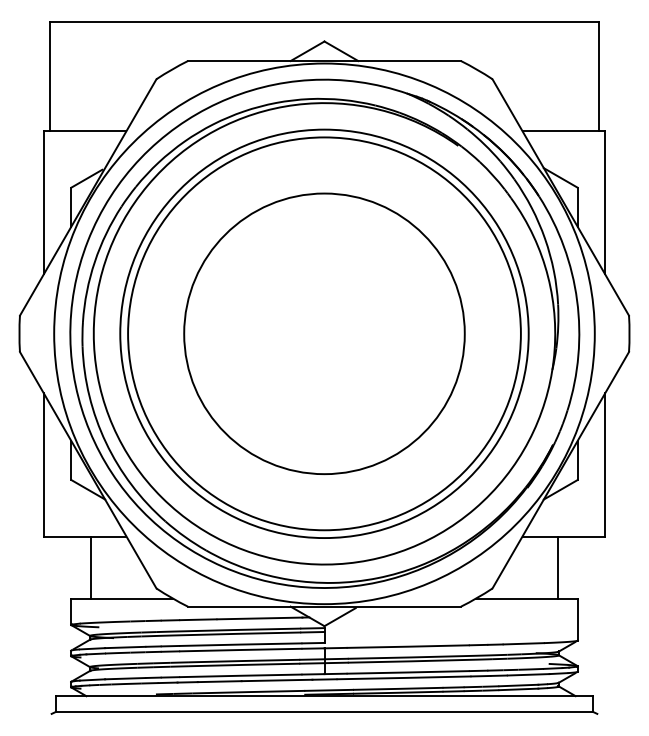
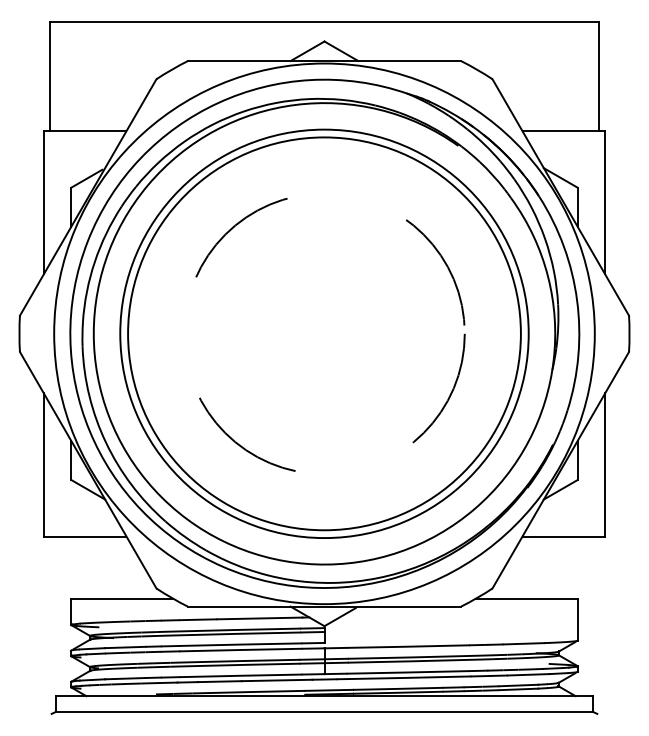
circle at (324, 333): solid -> dashed
line at (90, 567): present -> none
line at (558, 567): present -> none
